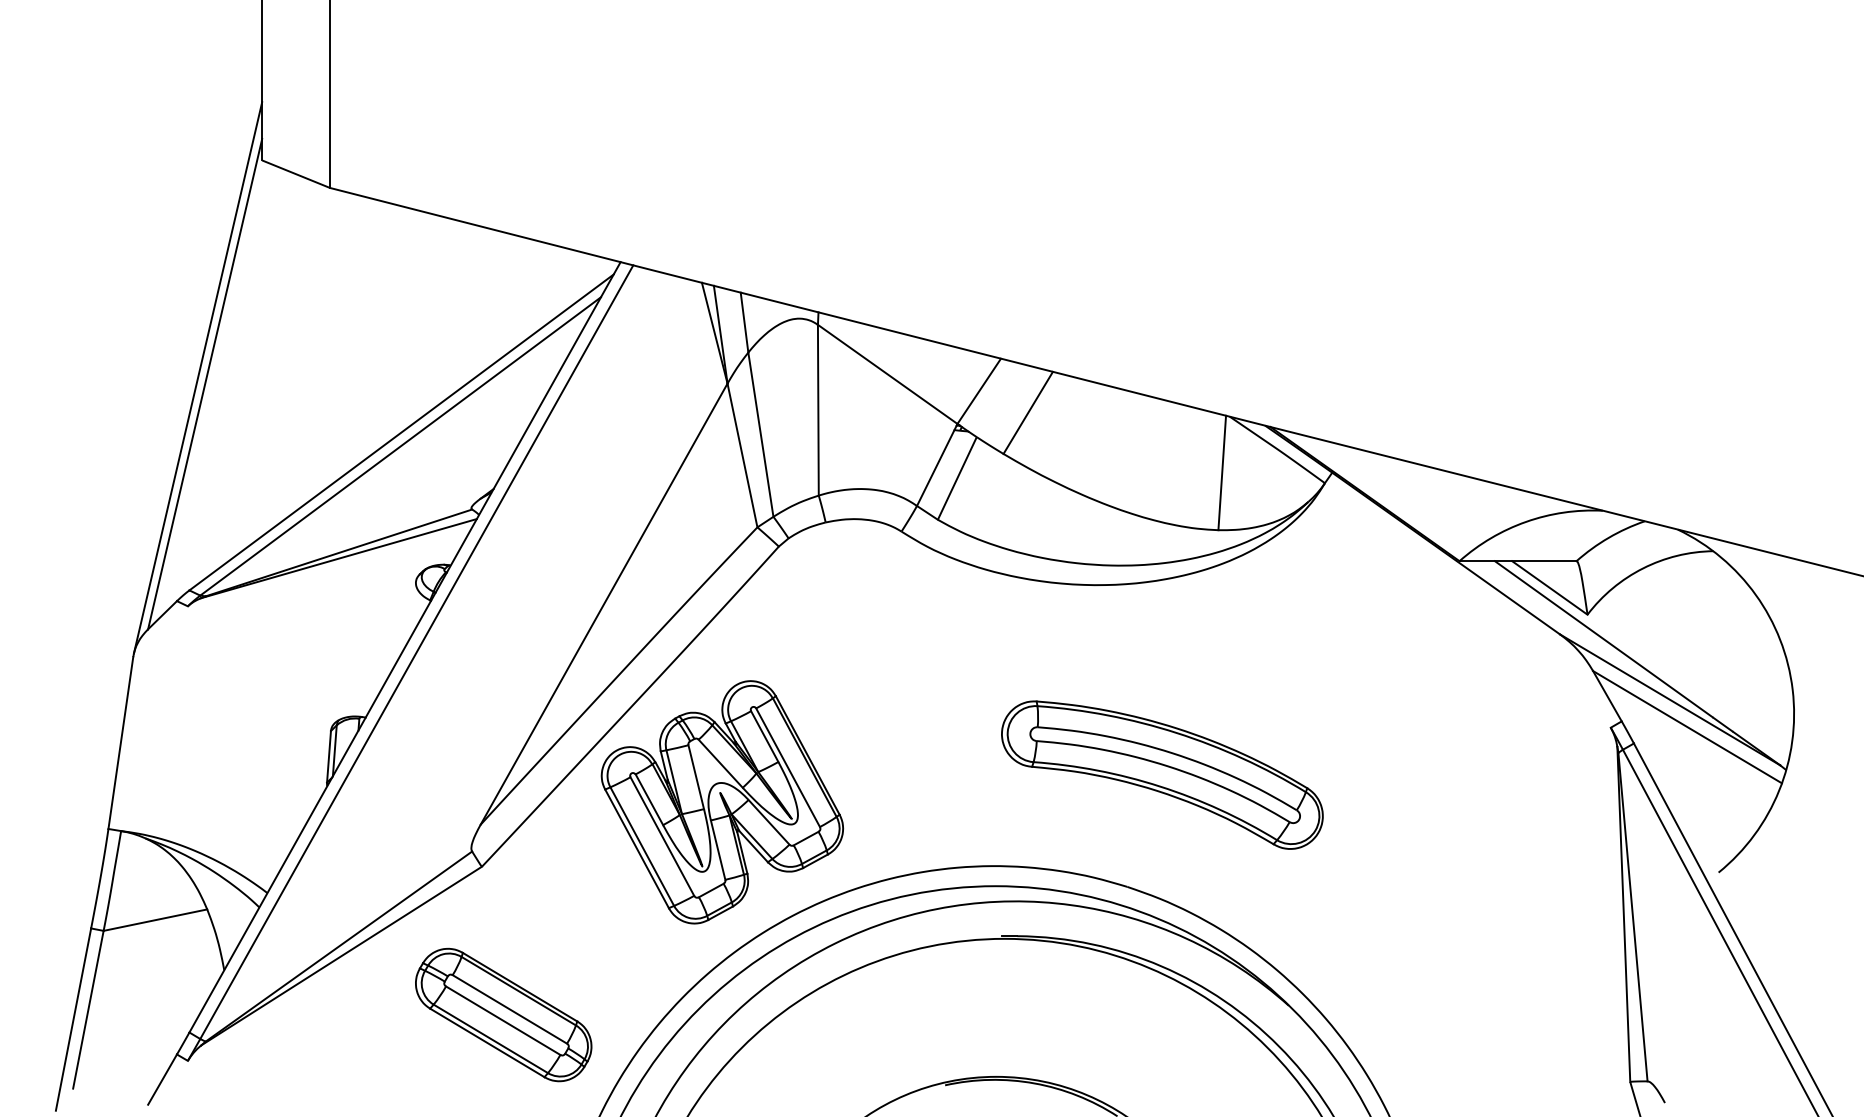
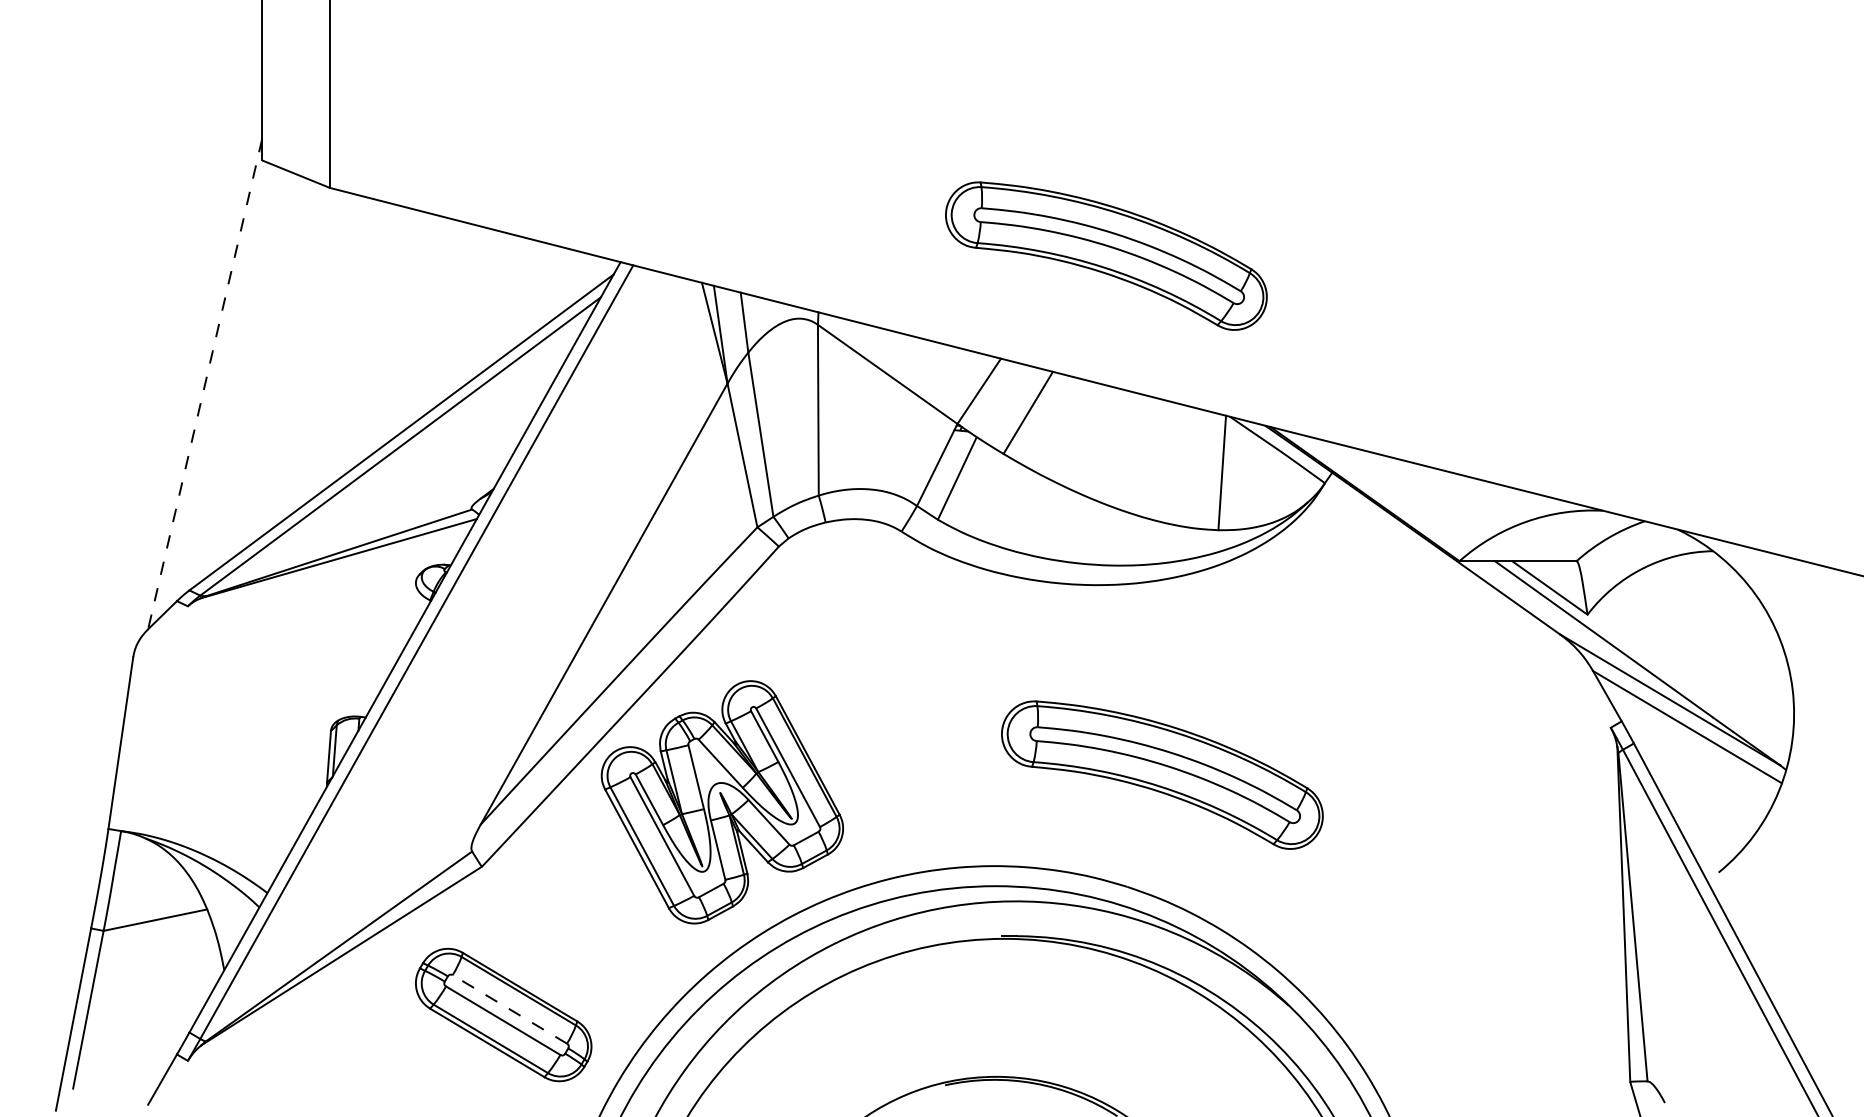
part at (1106, 255): none -> present
line at (197, 377): present -> none
line at (205, 384): solid -> dashed
line at (509, 1009): solid -> dashed
